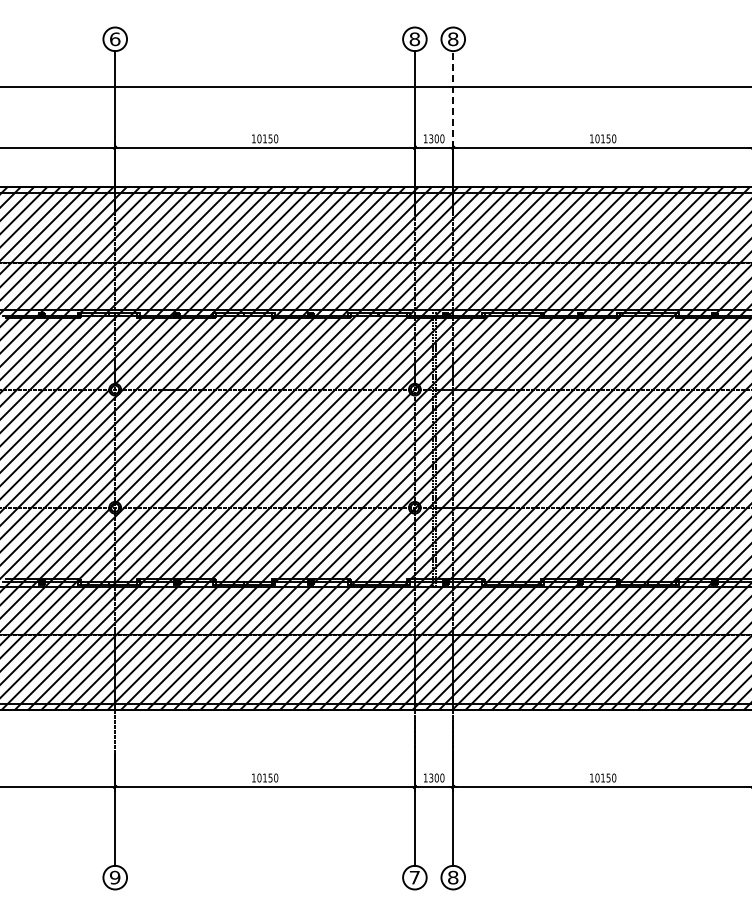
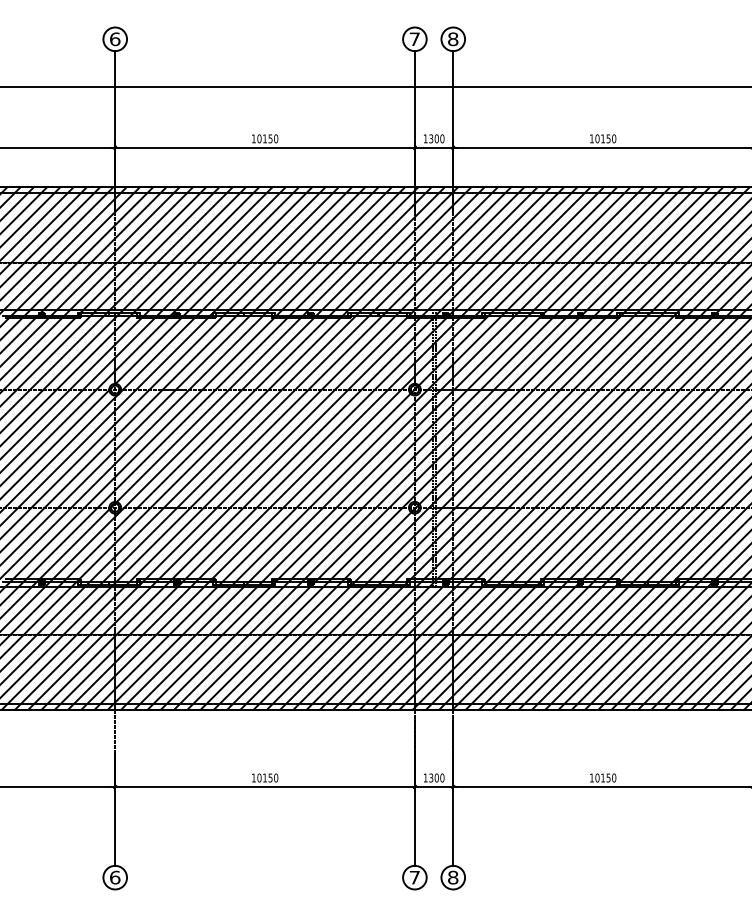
text at (414, 39): 8 -> 7
line at (453, 99): dashed -> solid
text at (114, 877): 9 -> 6
